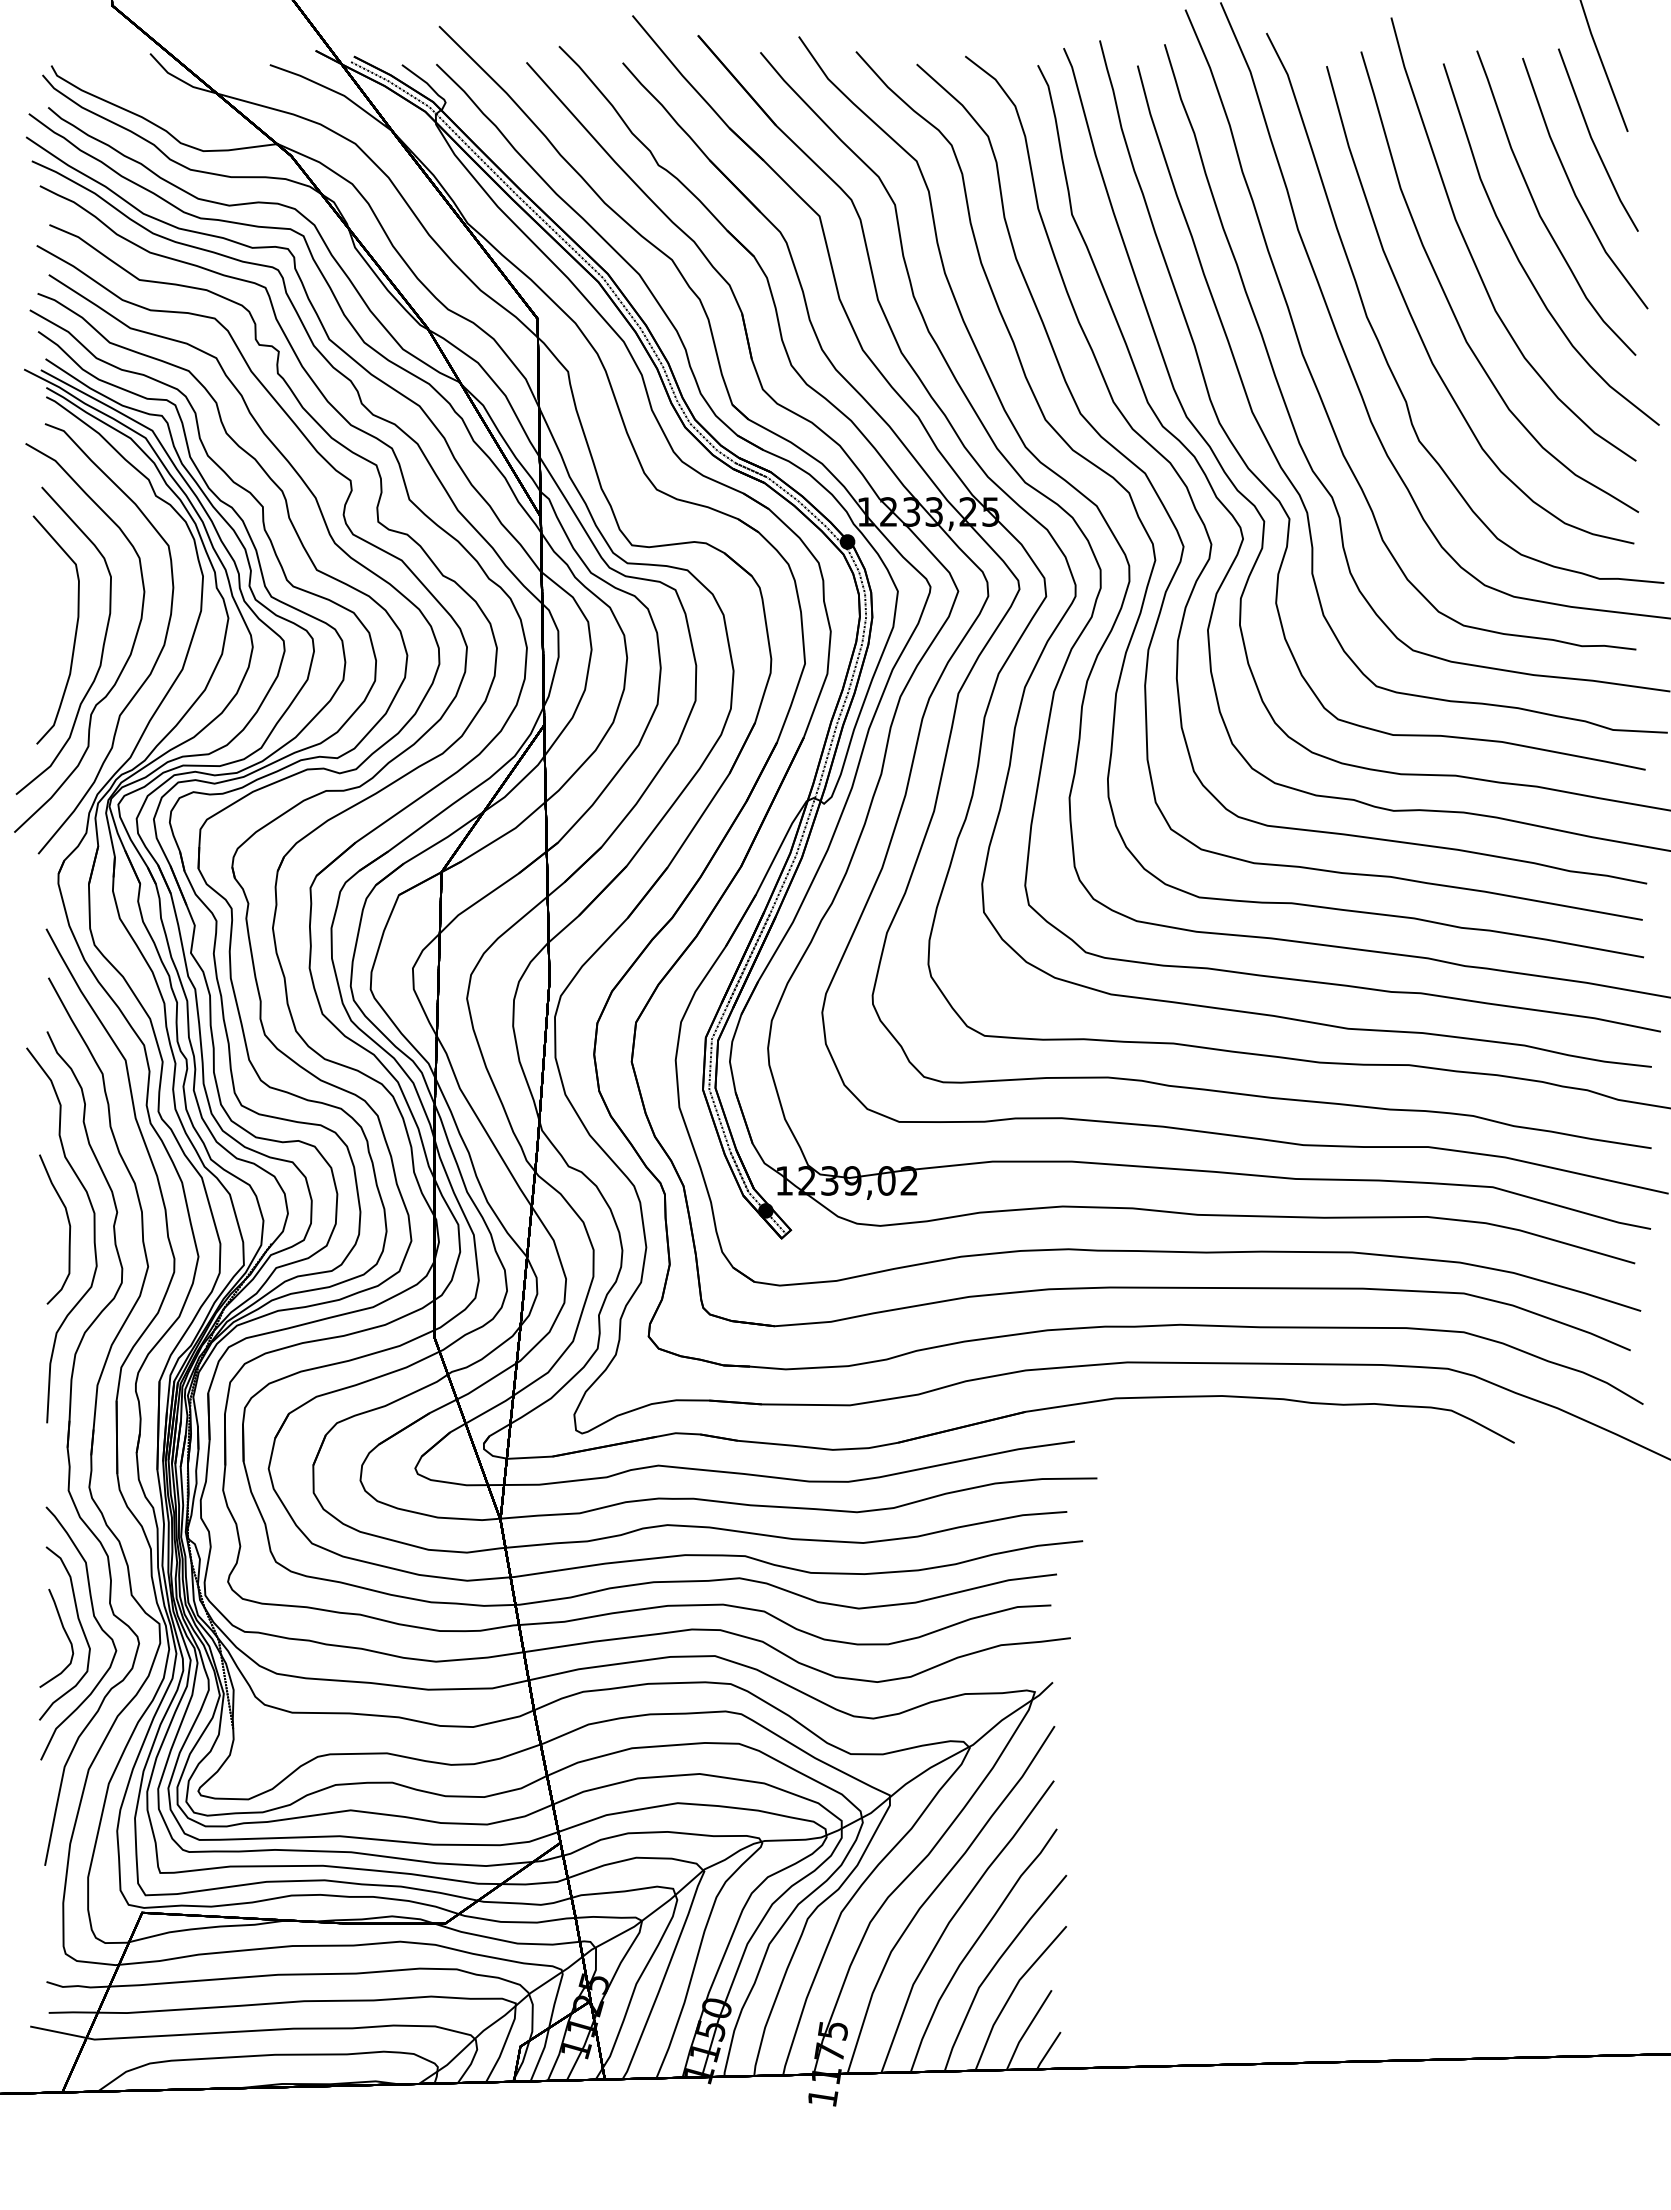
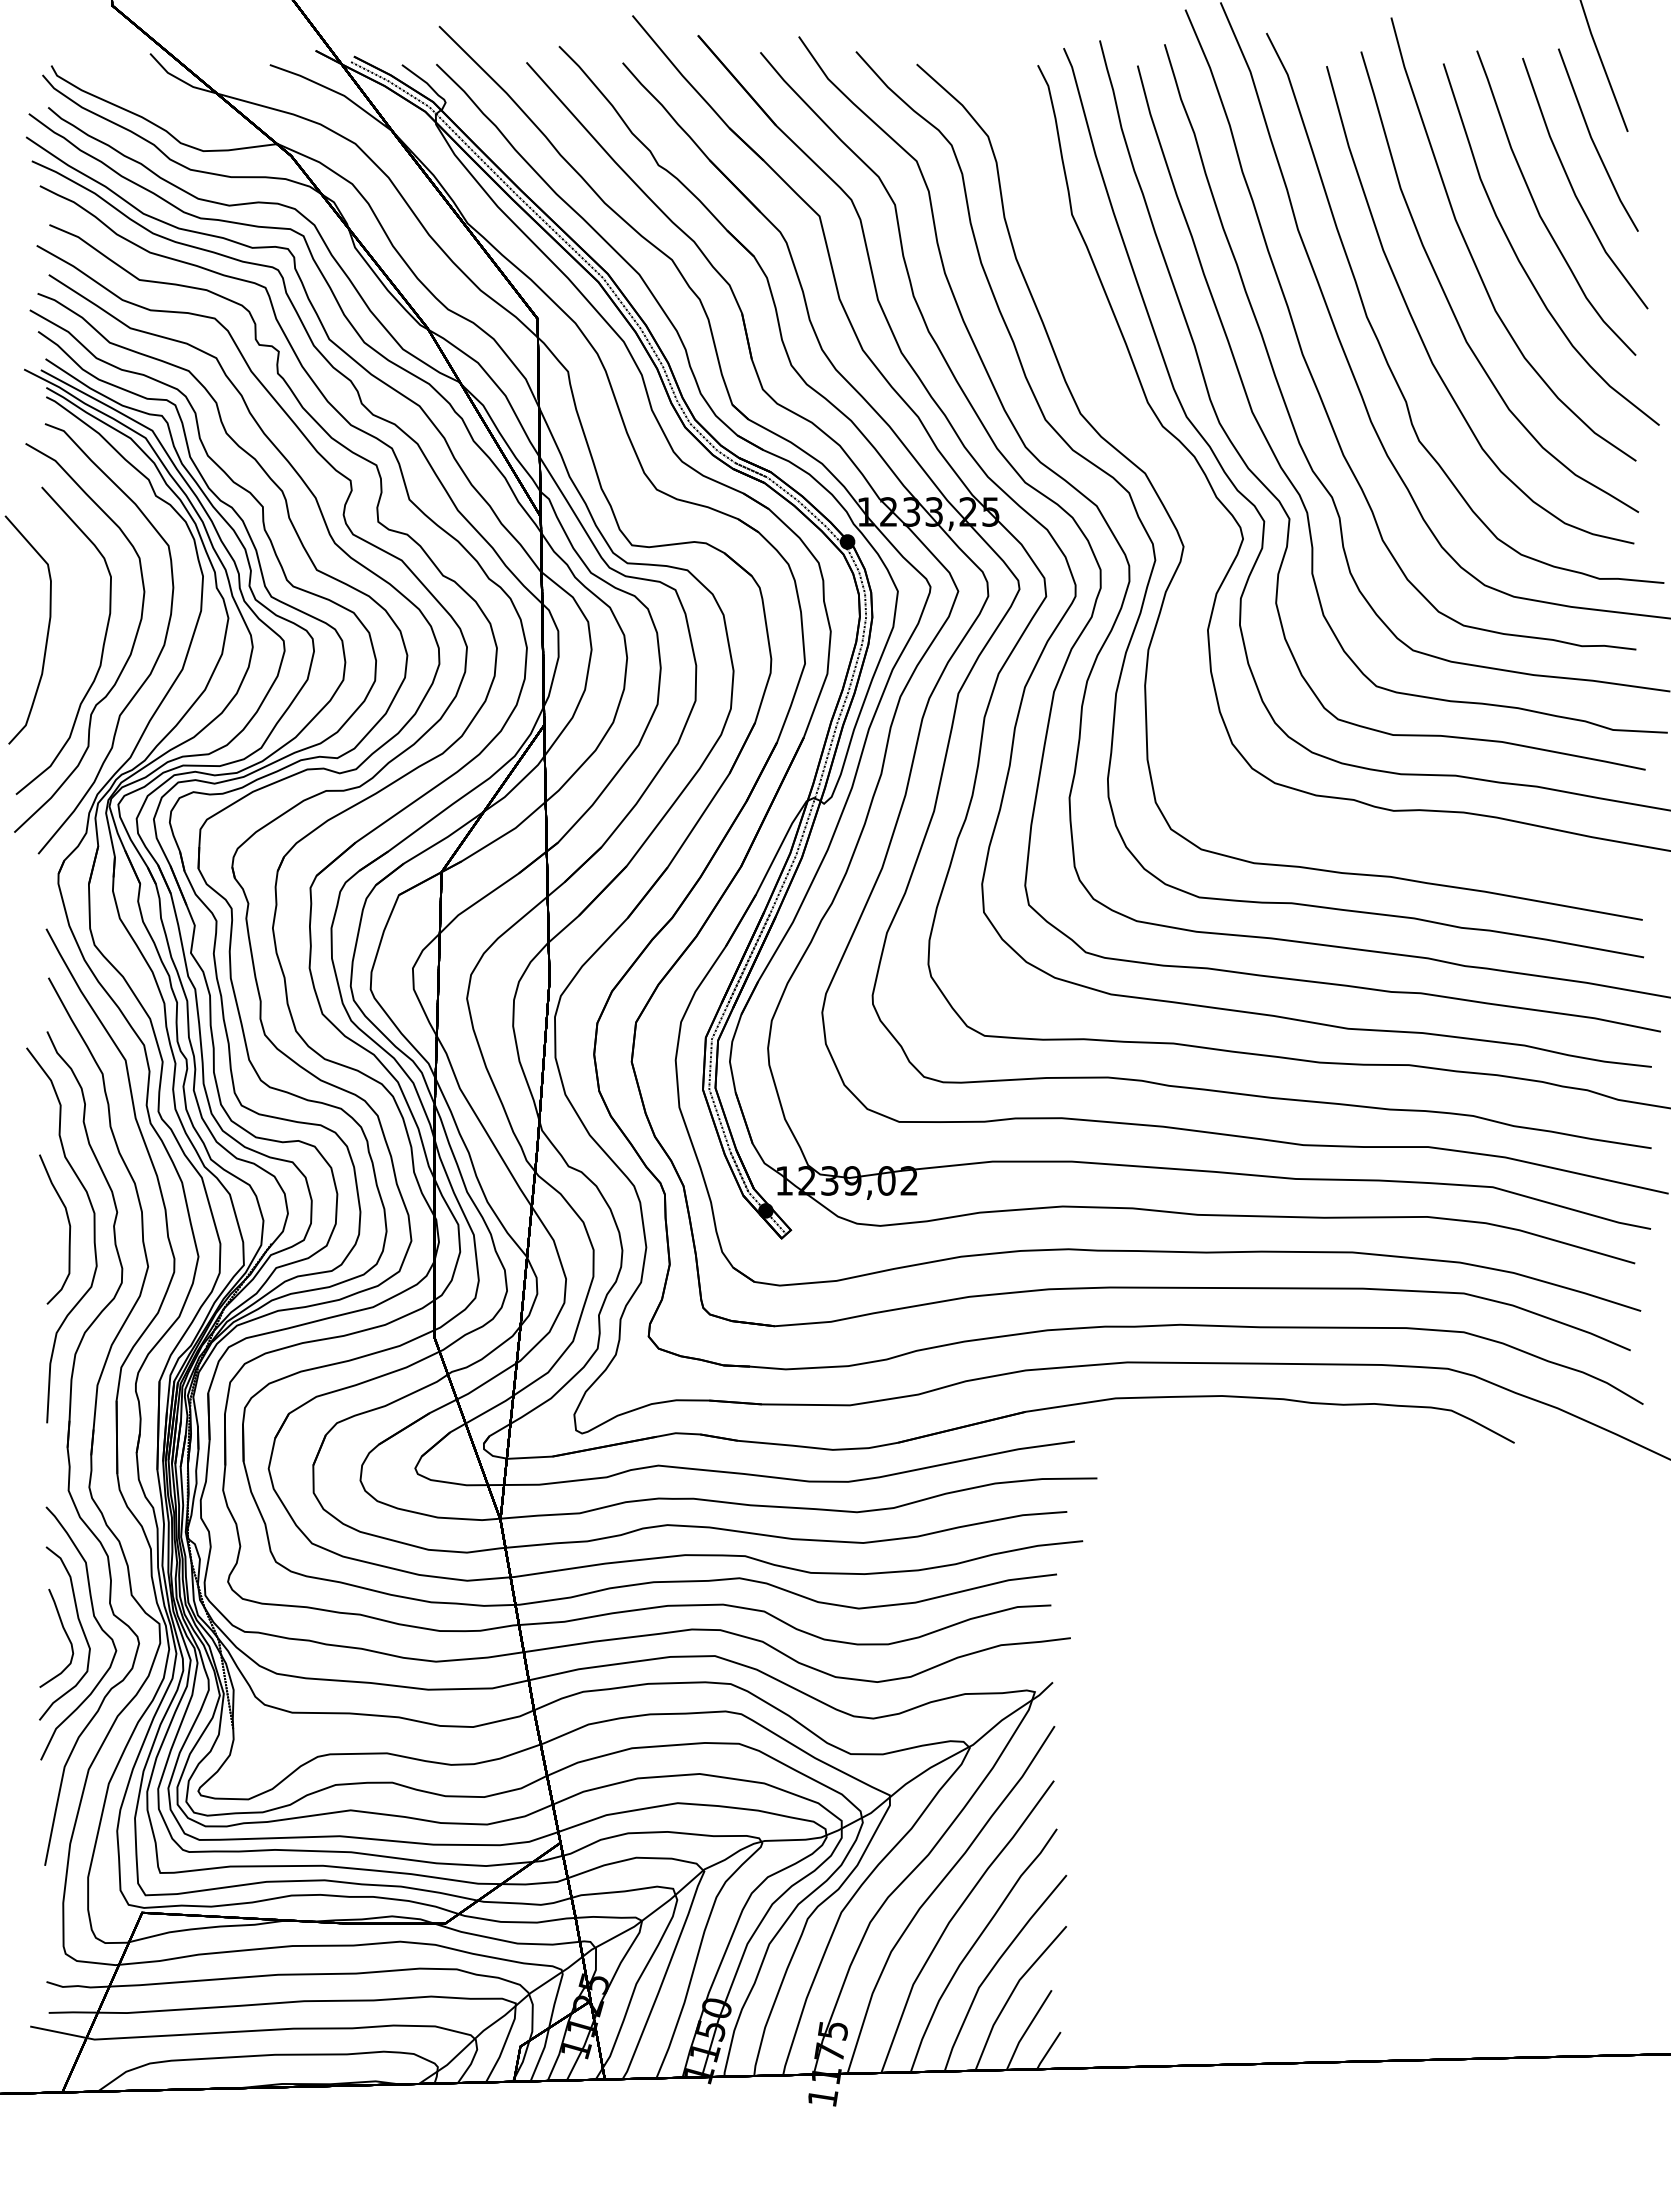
part at (1203, 521): present -> none
part at (74, 635) position: (74, 635) -> (46, 635)
